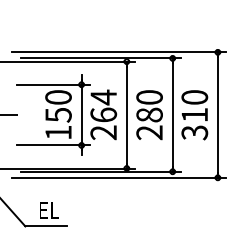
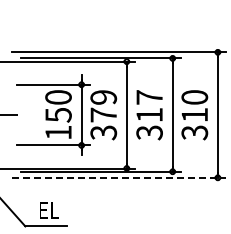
text at (103, 114): 264 -> 379
text at (149, 115): 280 -> 317
line at (119, 177): solid -> dashed
